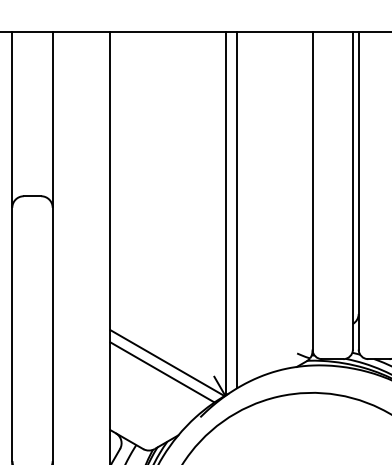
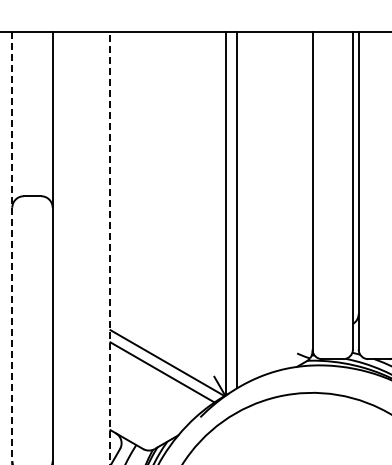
line at (12, 246): solid -> dashed
line at (110, 247): solid -> dashed
